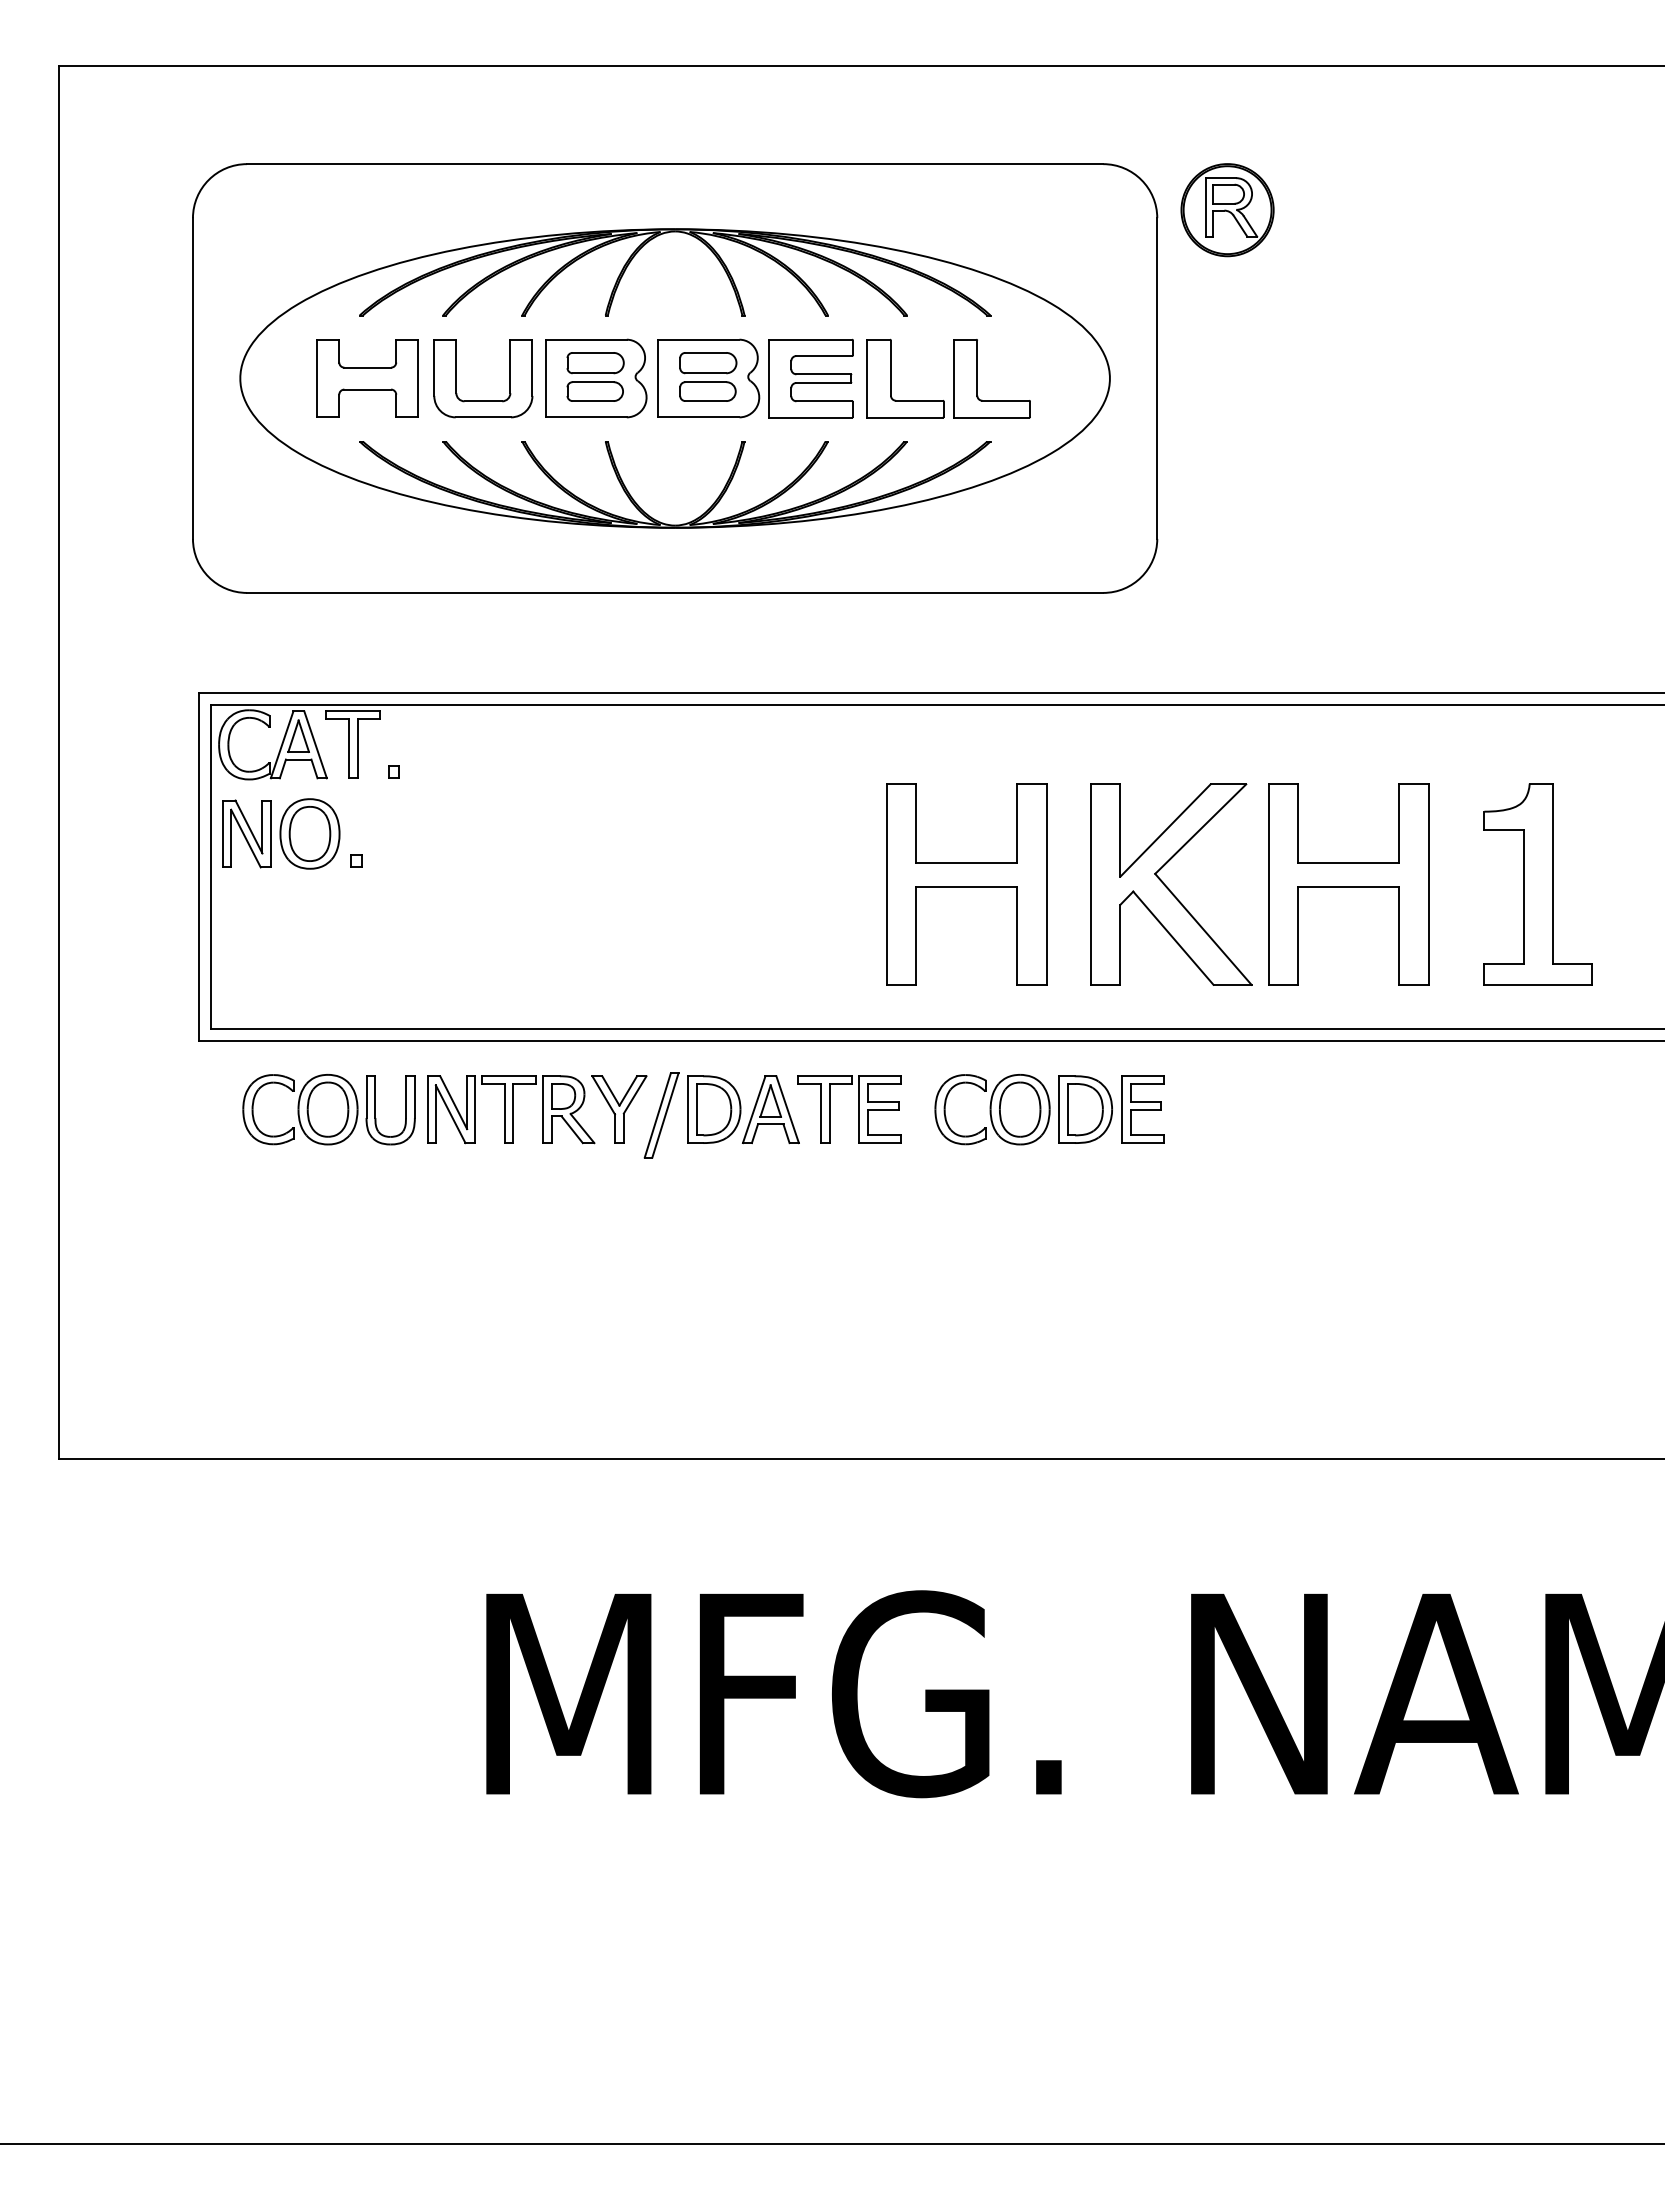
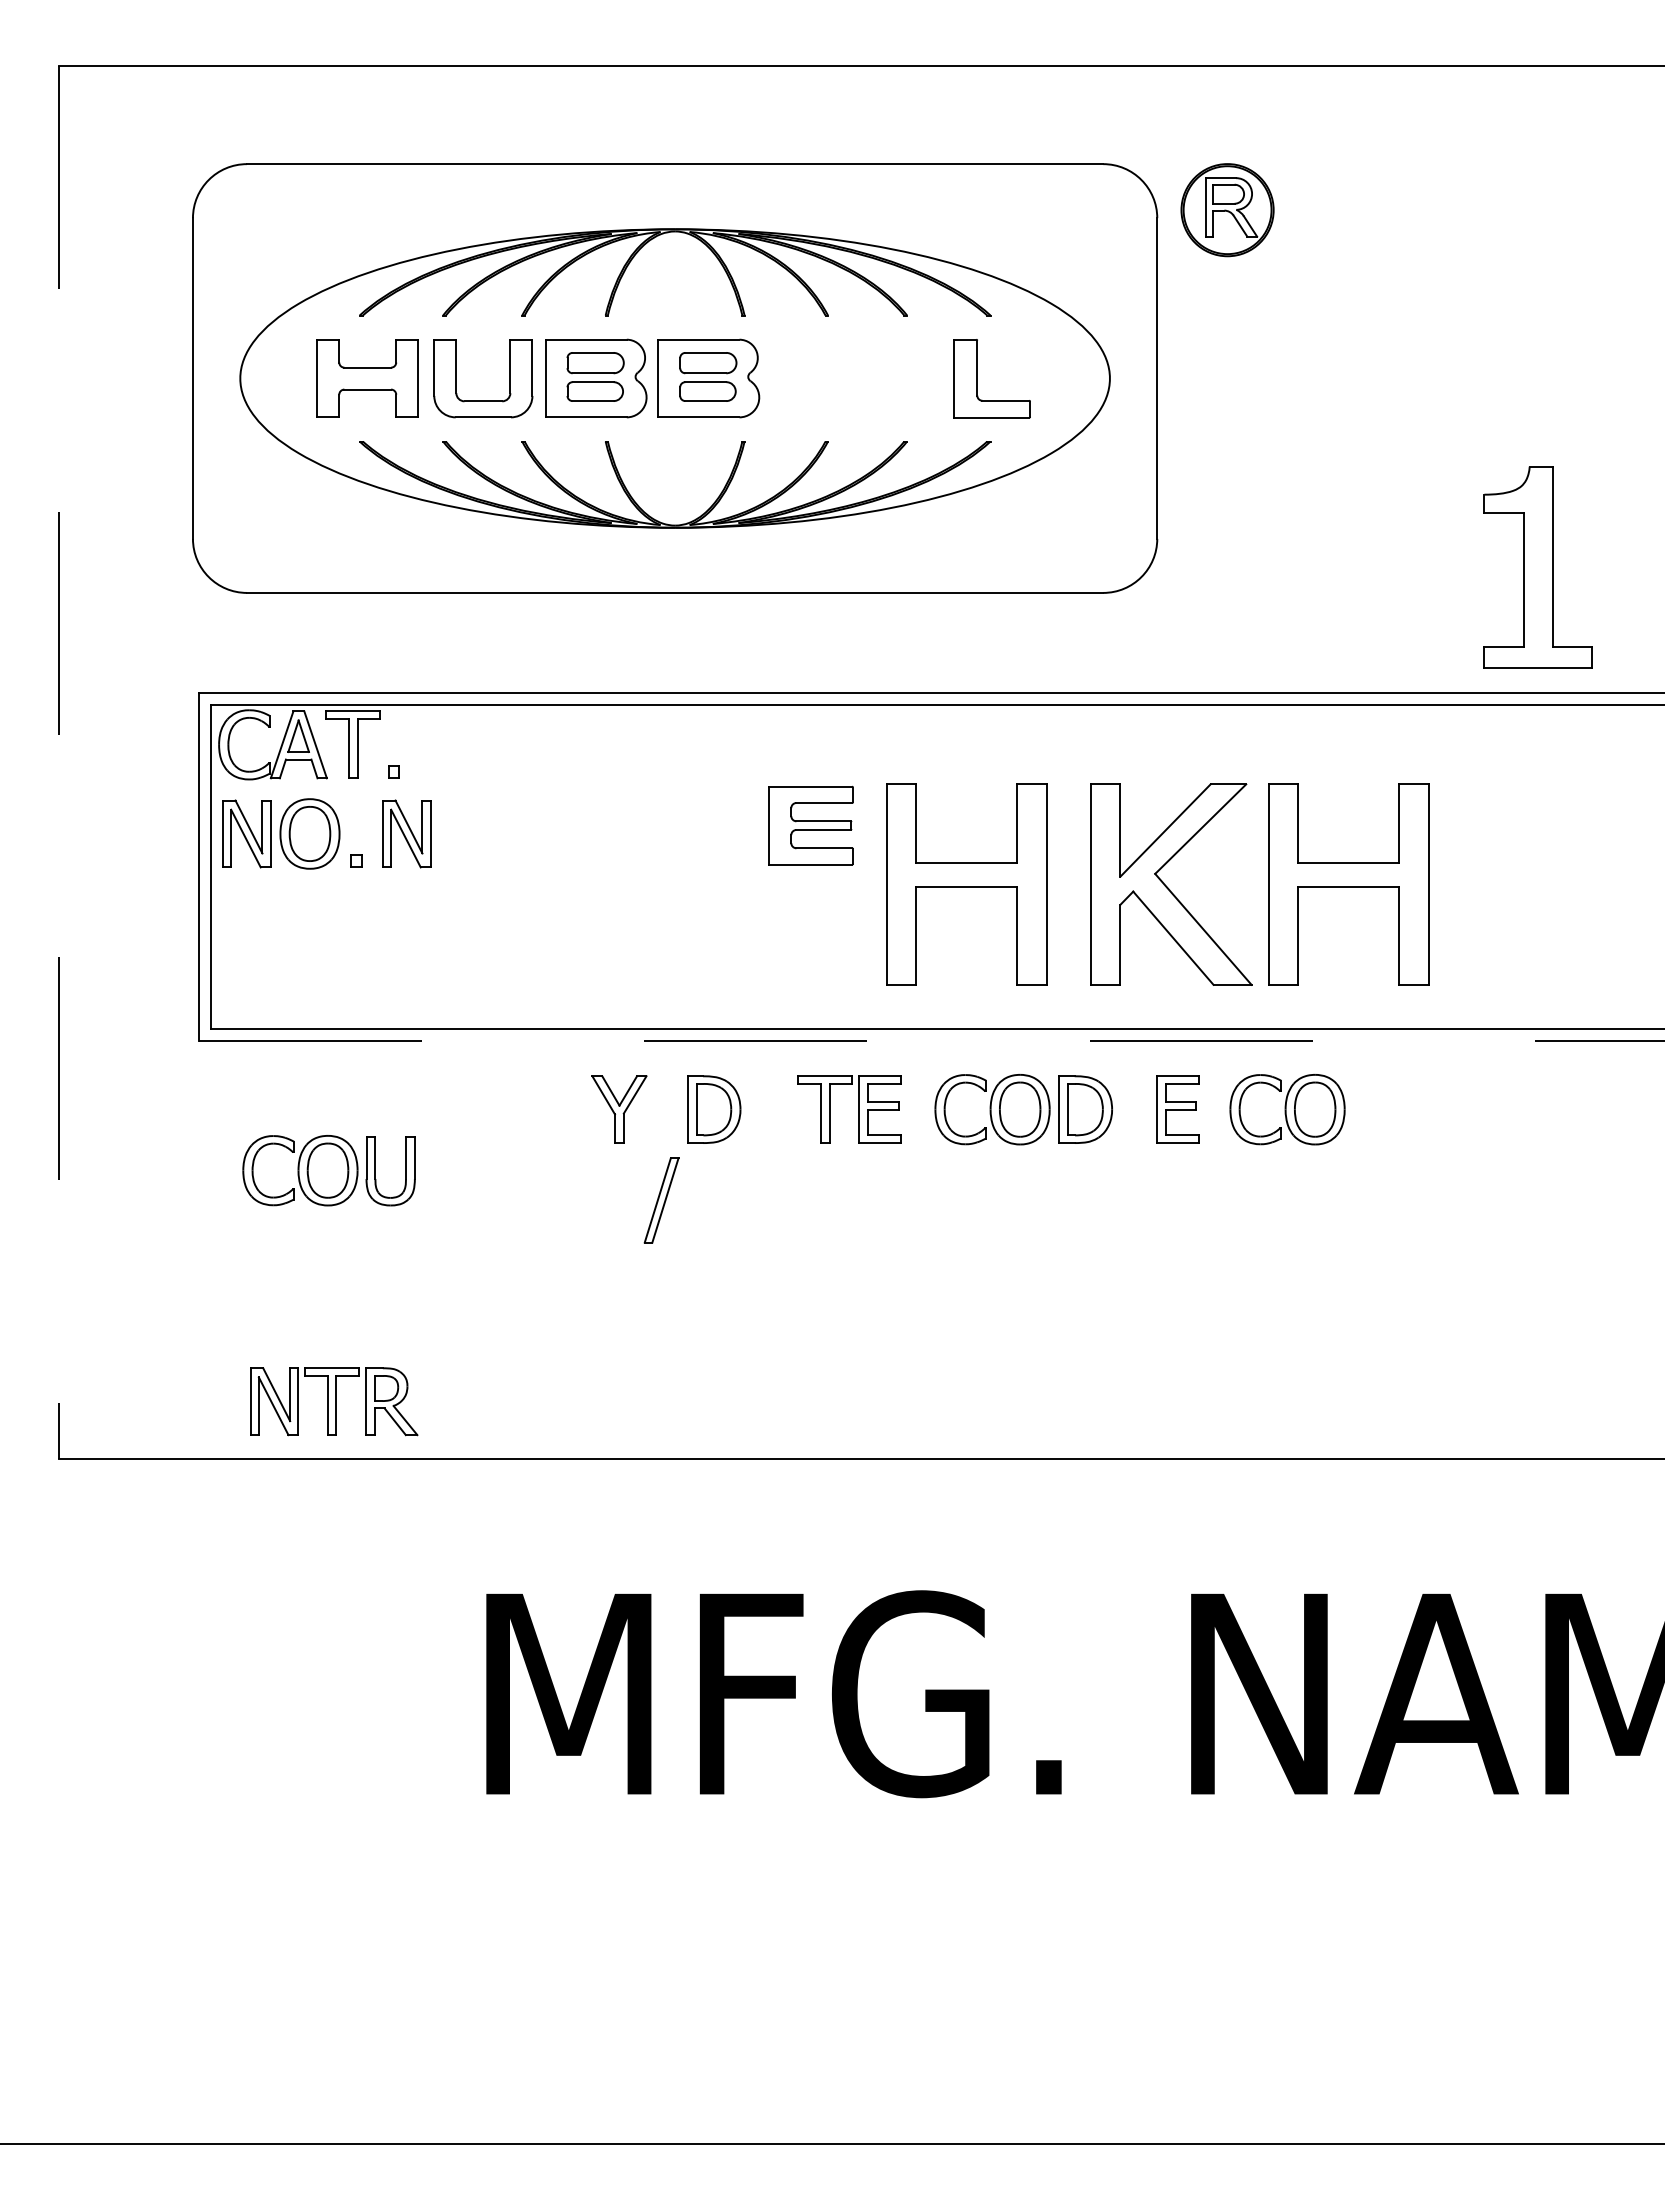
part at (810, 378) position: (810, 378) -> (810, 825)
part at (891, 378): present -> none
line at (59, 762): solid -> dashed
part at (406, 833): none -> present
part at (1537, 884) position: (1537, 884) -> (1537, 567)
line at (931, 1040): solid -> dashed
part at (328, 1109) position: (328, 1109) -> (328, 1170)
part at (511, 1109) position: (511, 1109) -> (334, 1401)
part at (770, 1109): present -> none
part at (1142, 1109) position: (1142, 1109) -> (1177, 1109)
part at (1287, 1109): none -> present
part at (661, 1115) position: (661, 1115) -> (661, 1200)
